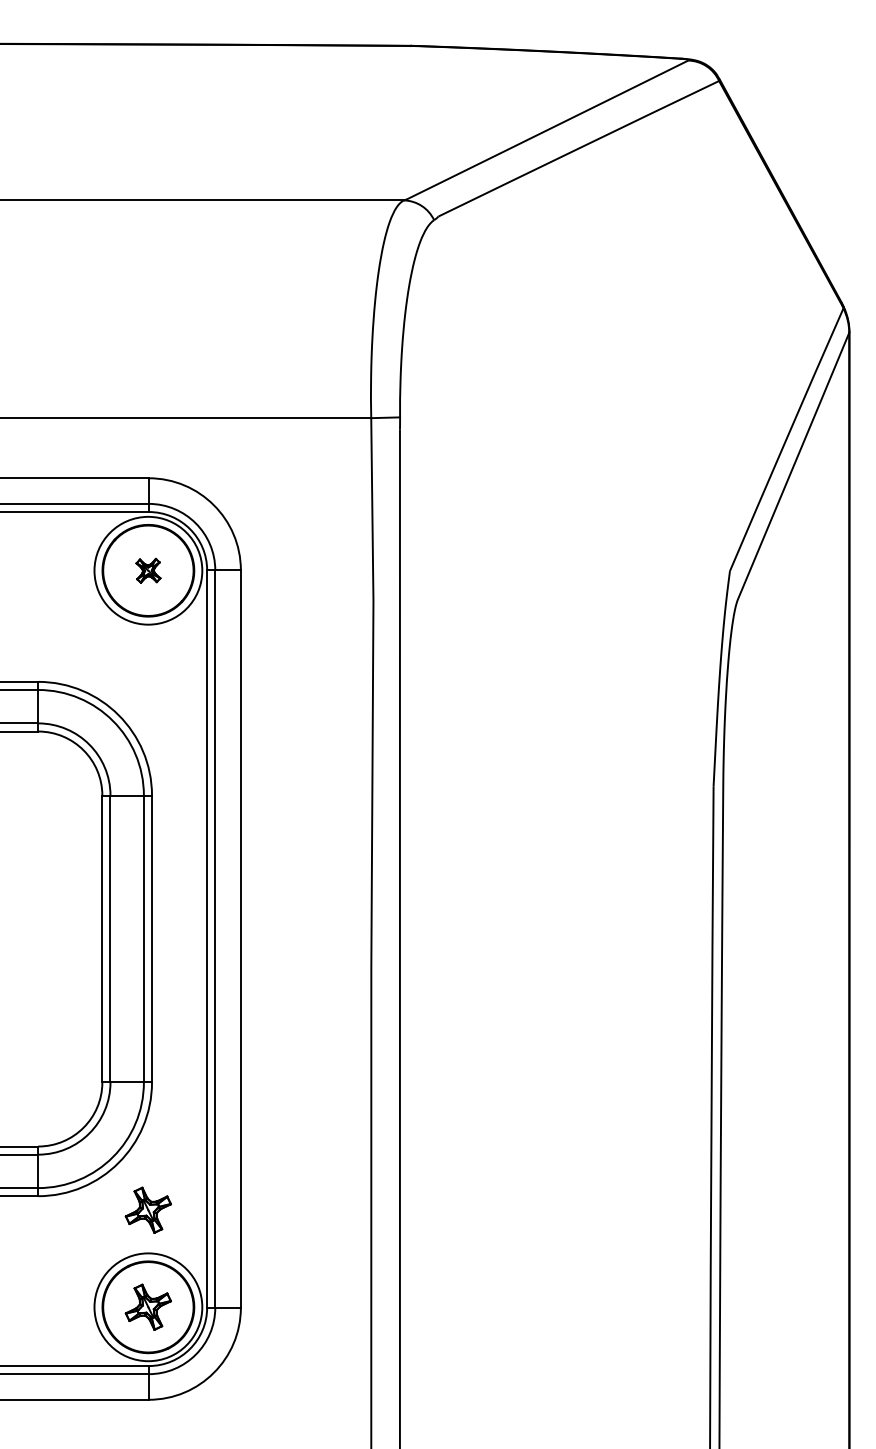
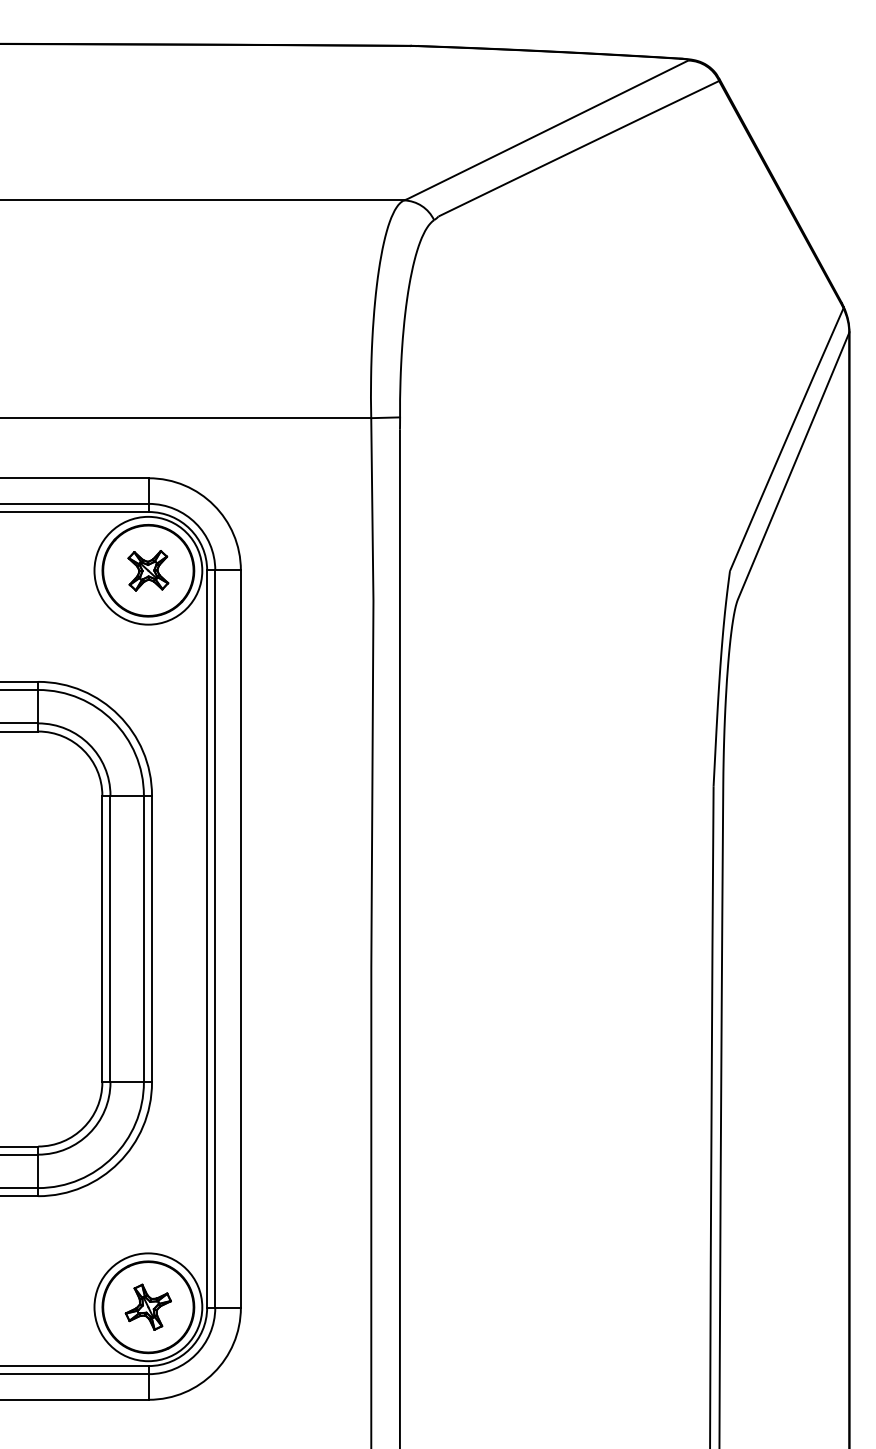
part at (148, 570) size: 27x27 px -> 43x42 px
part at (147, 1209): present -> none
